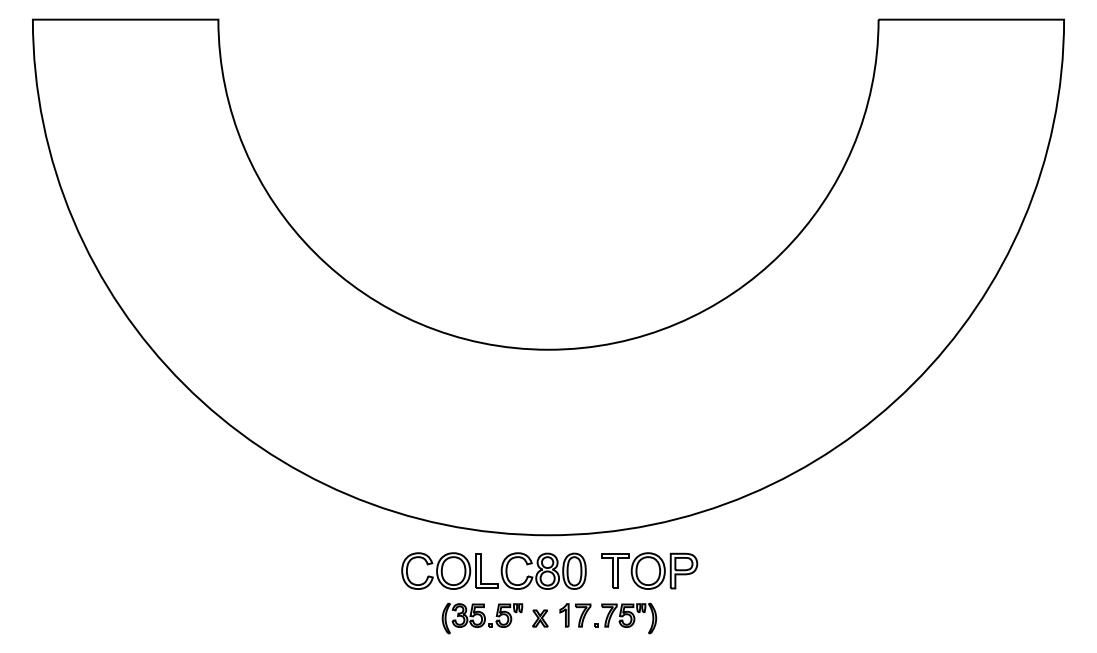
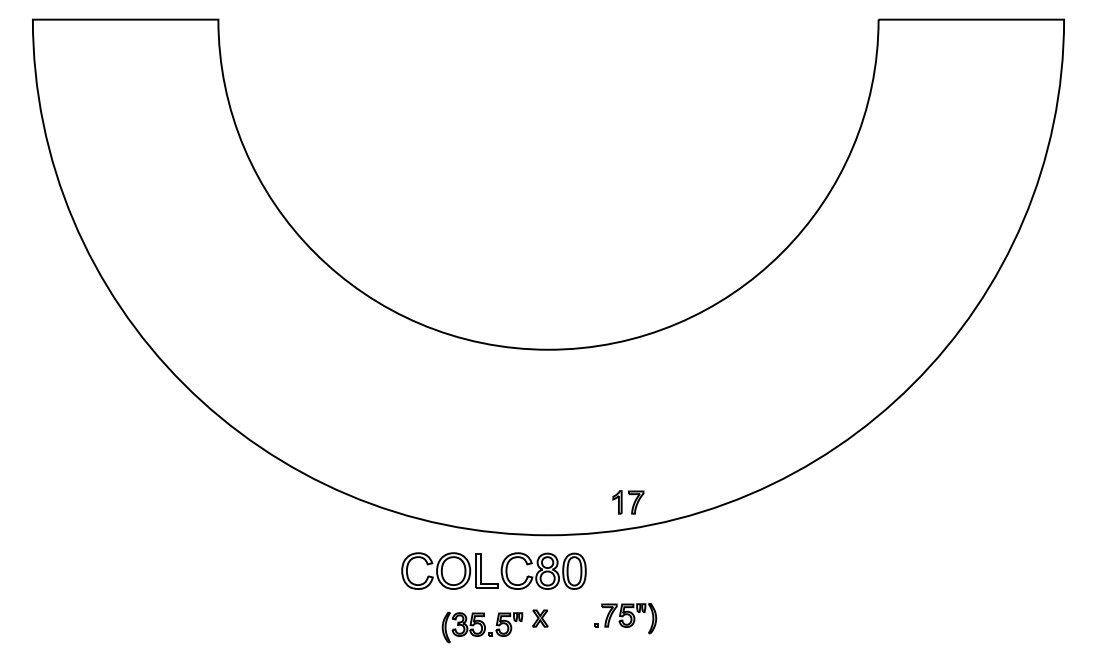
part at (649, 570): present -> none
part at (575, 615) position: (575, 615) -> (628, 502)
part at (482, 618) position: (482, 618) -> (482, 627)
